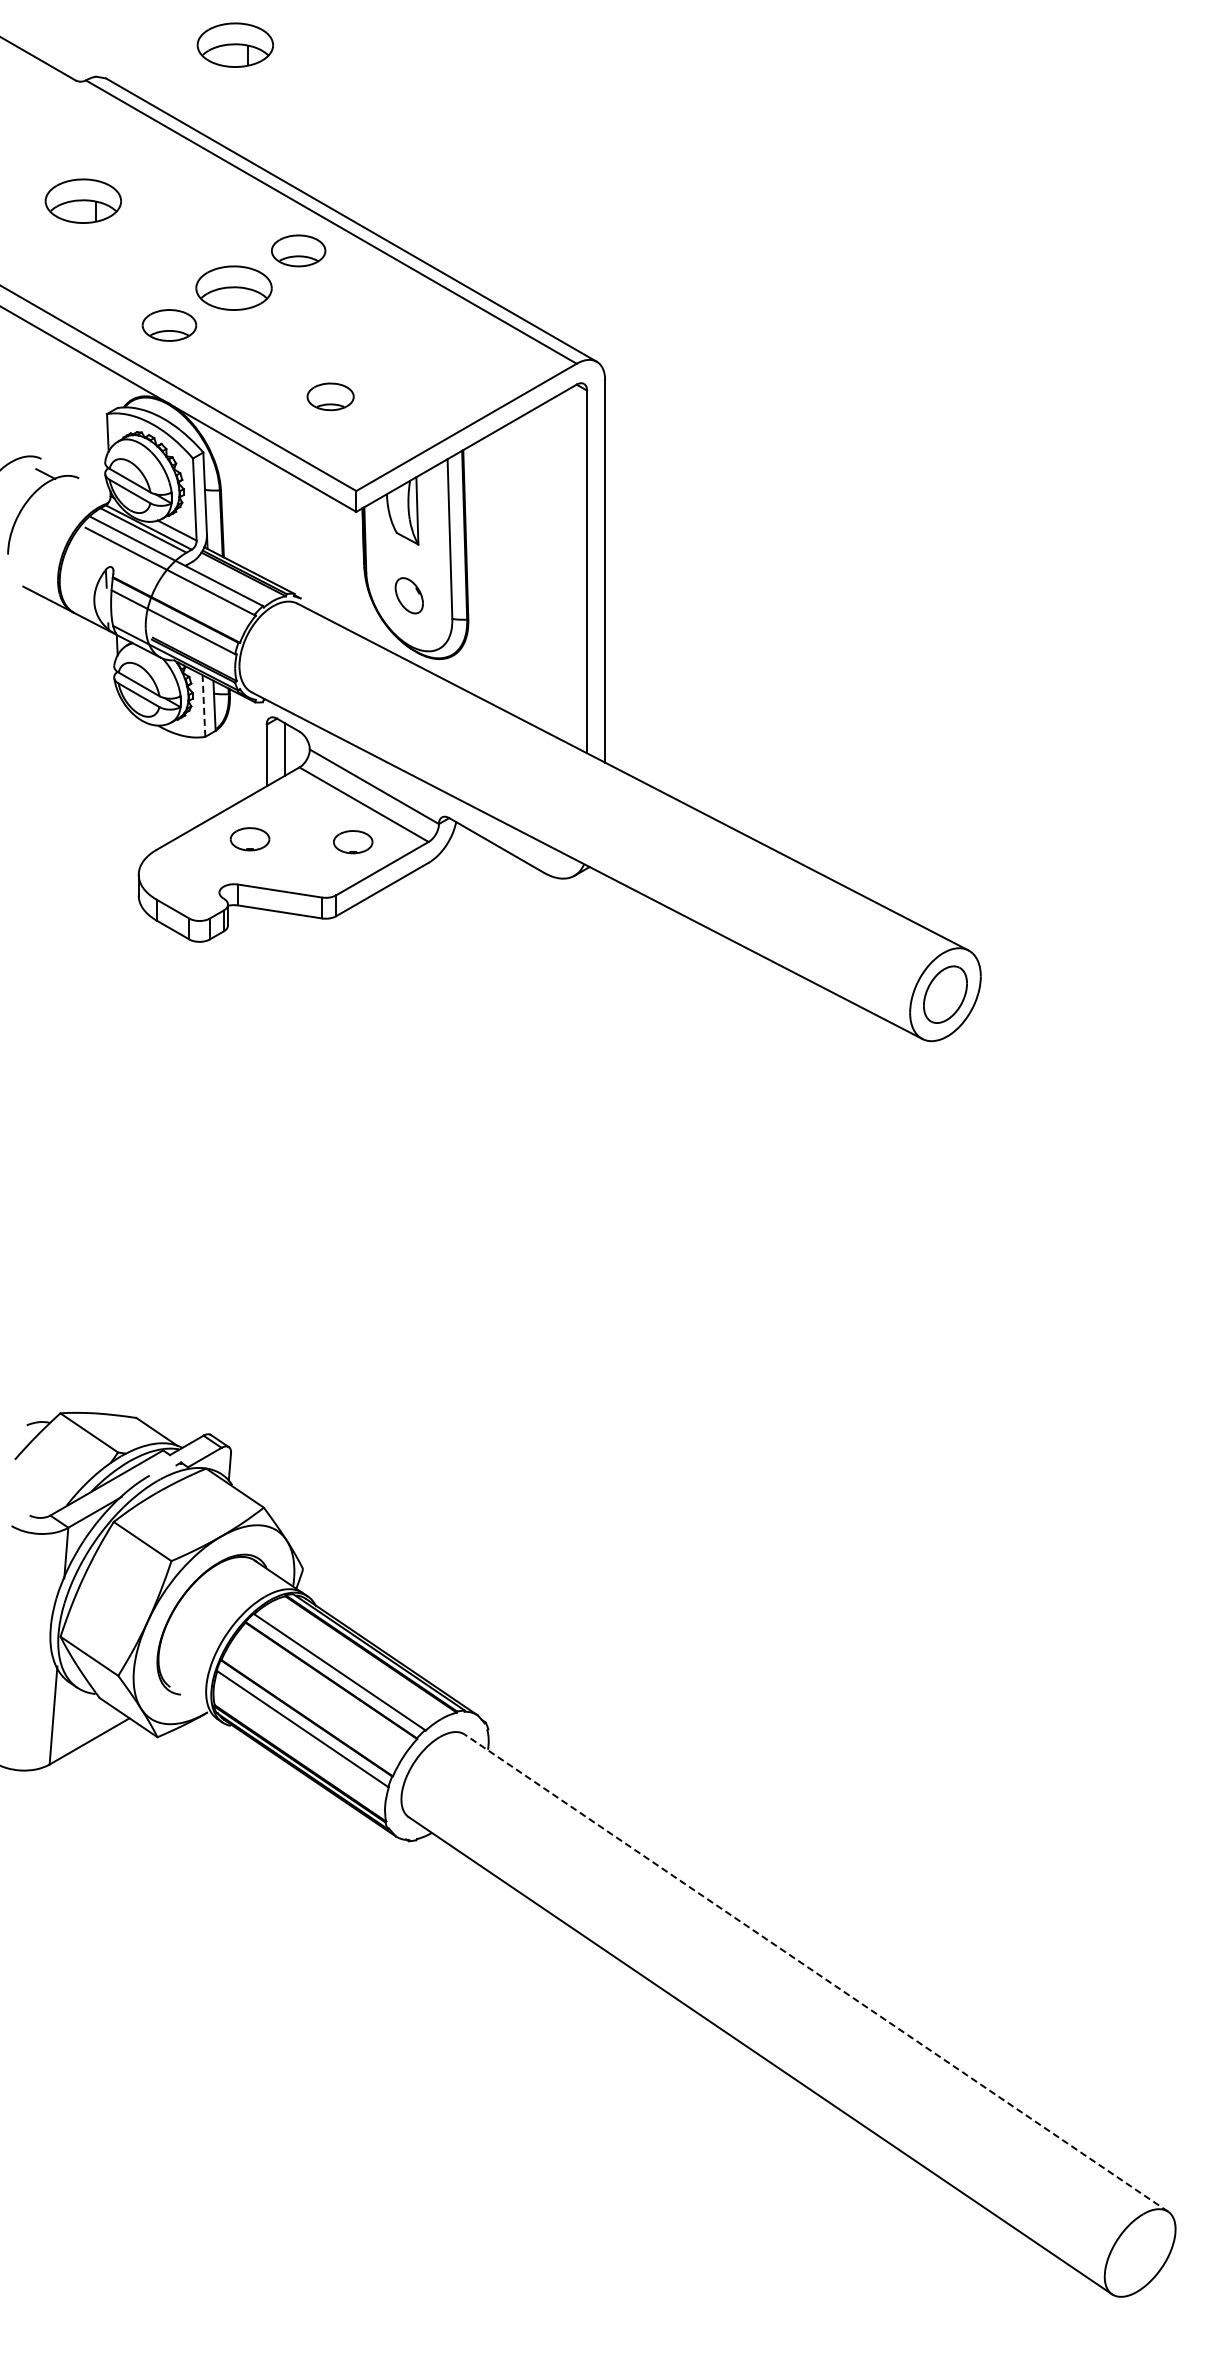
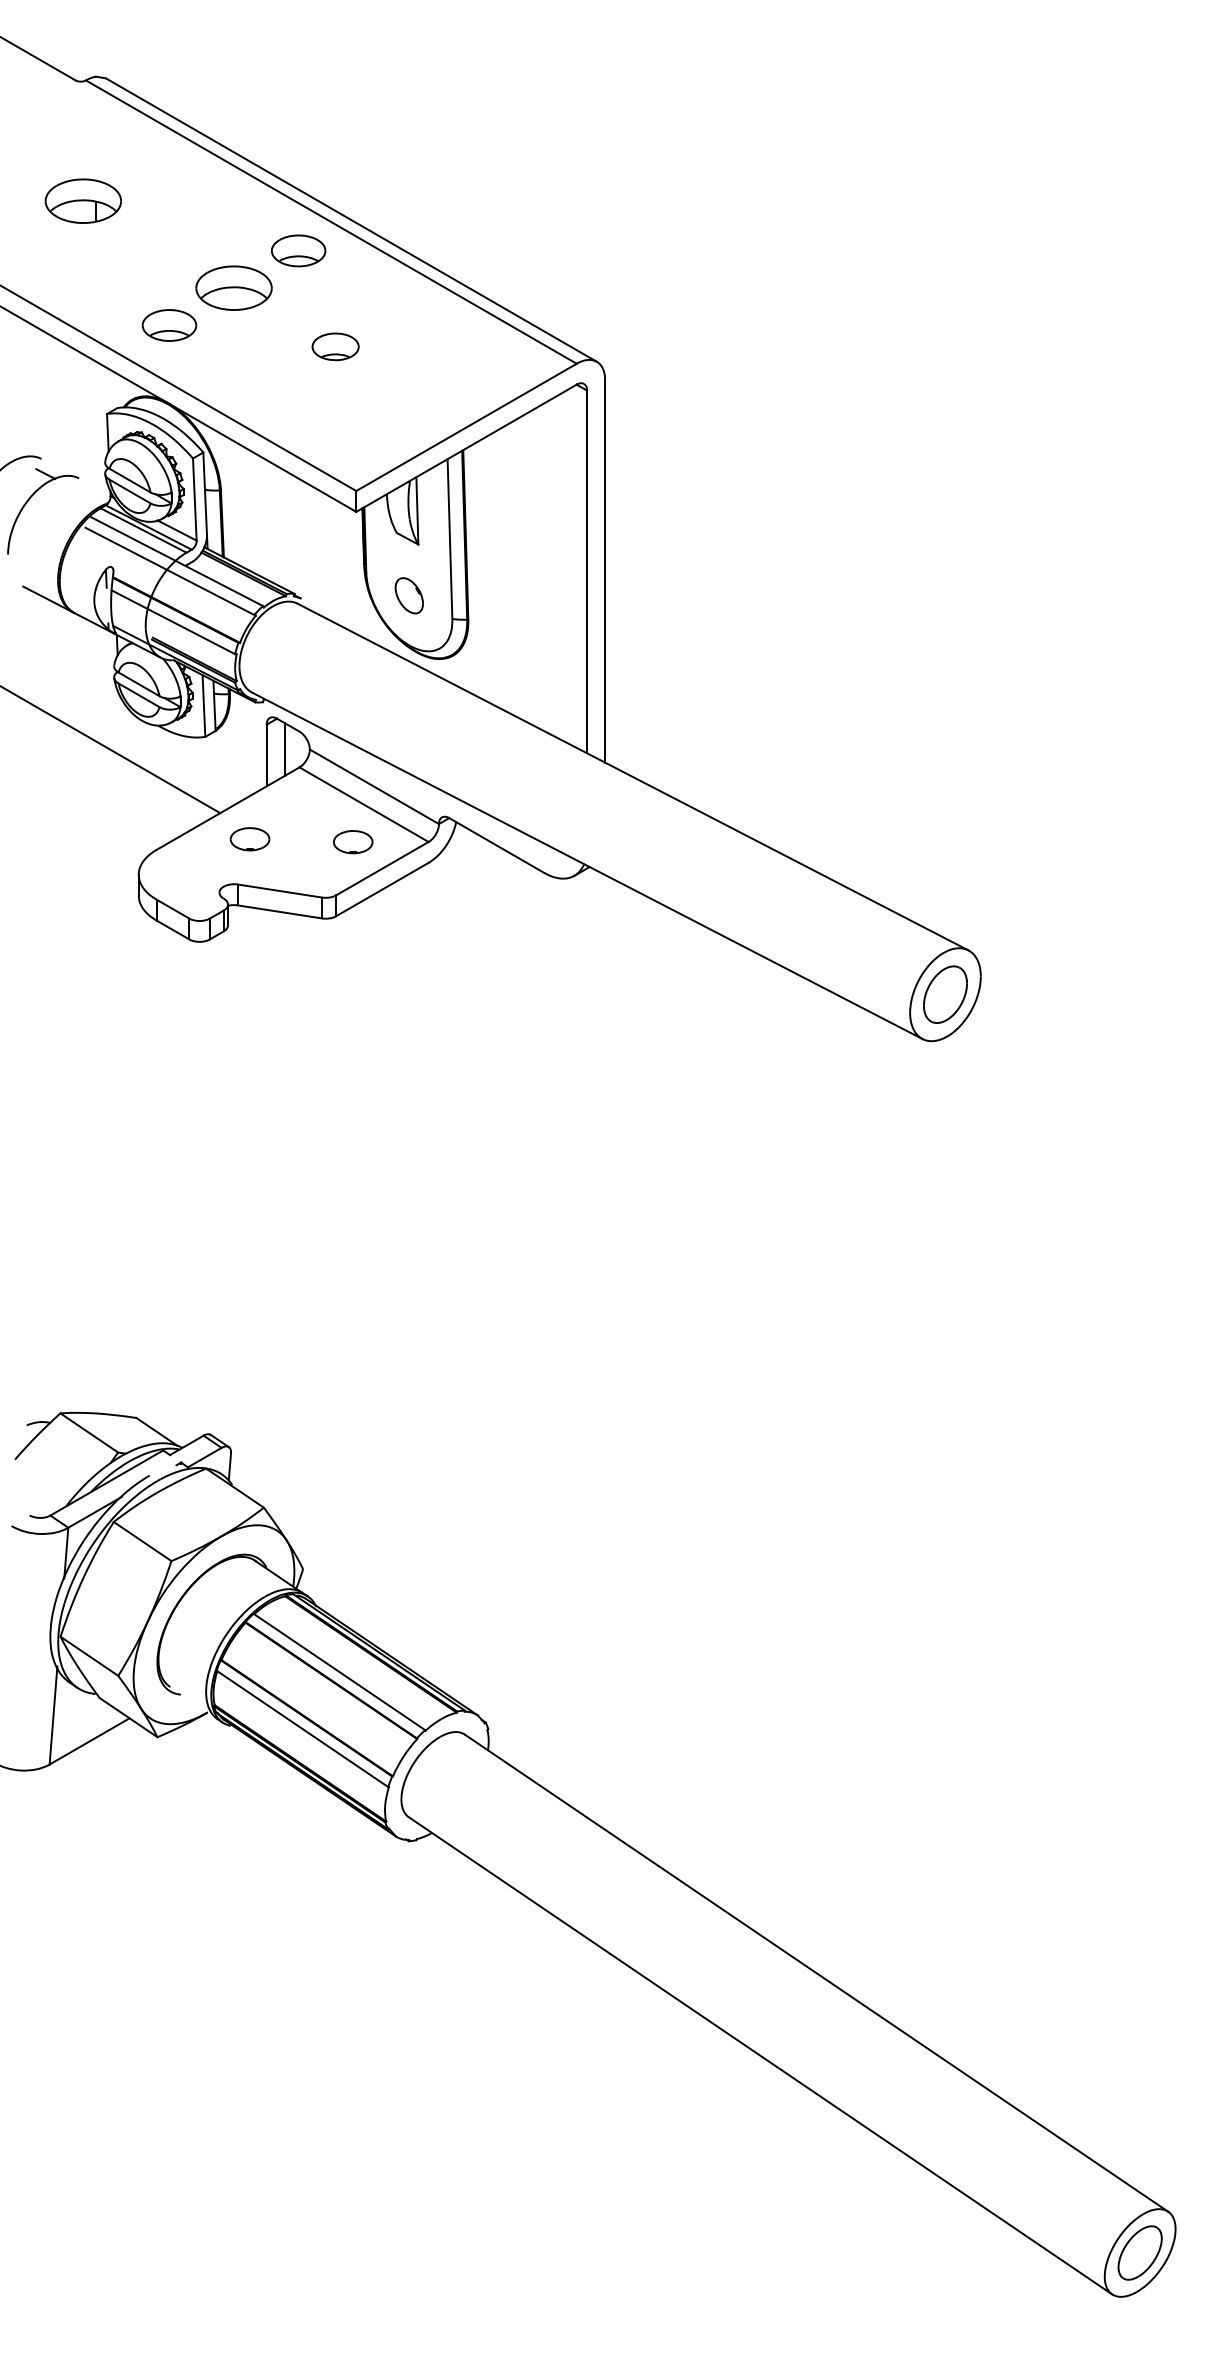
part at (234, 44): present -> none
part at (330, 396) position: (330, 396) -> (335, 346)
line at (203, 706): dashed -> solid
line at (111, 750): none -> present
line at (816, 1973): dashed -> solid
part at (1139, 2252): none -> present
